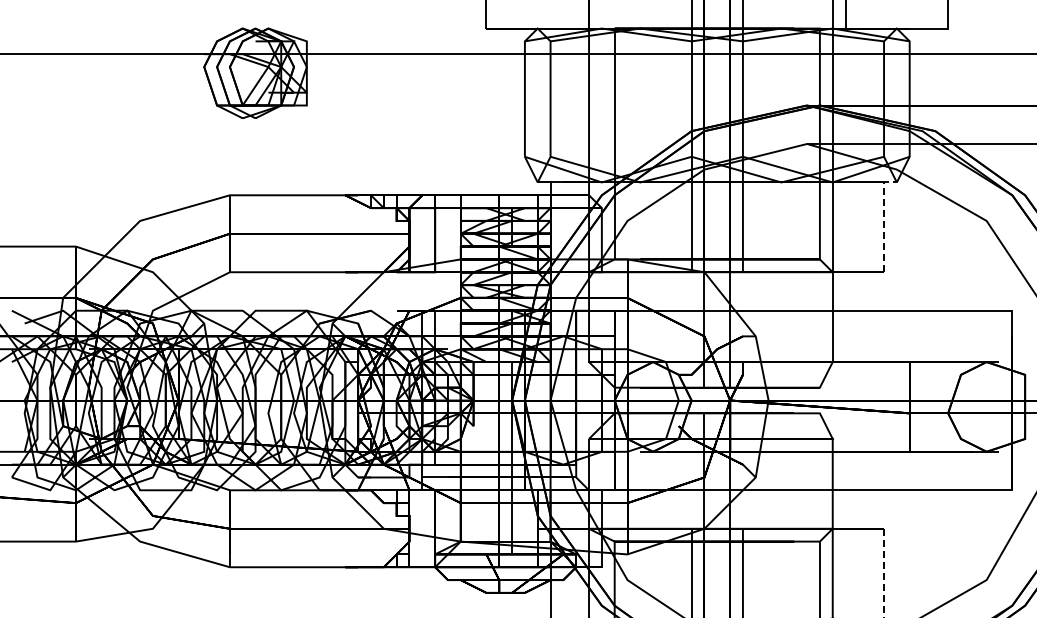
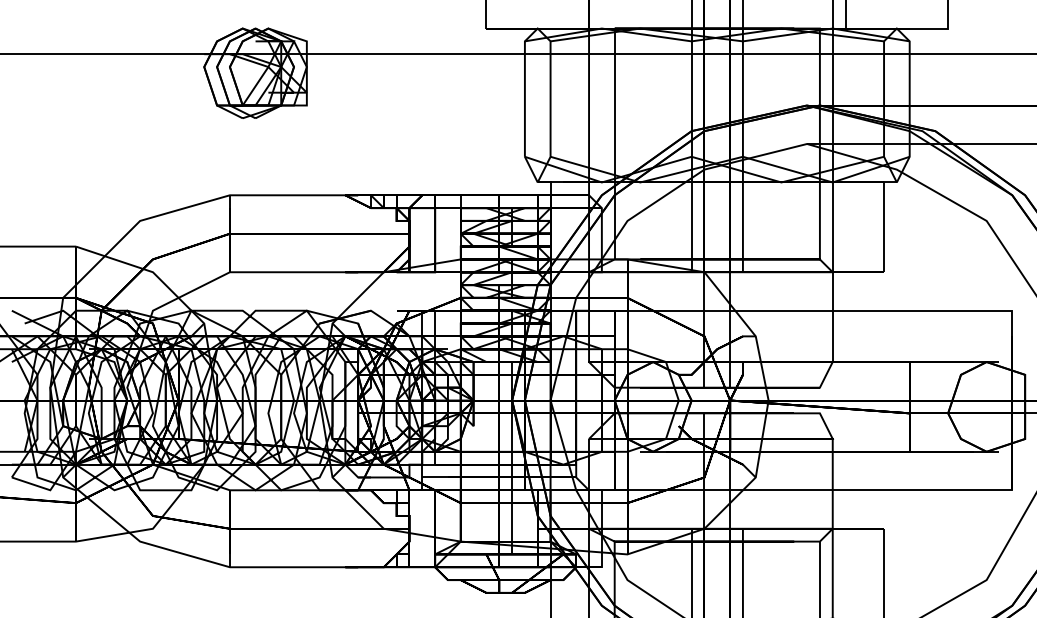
line at (884, 220): dashed -> solid
line at (884, 573): dashed -> solid
